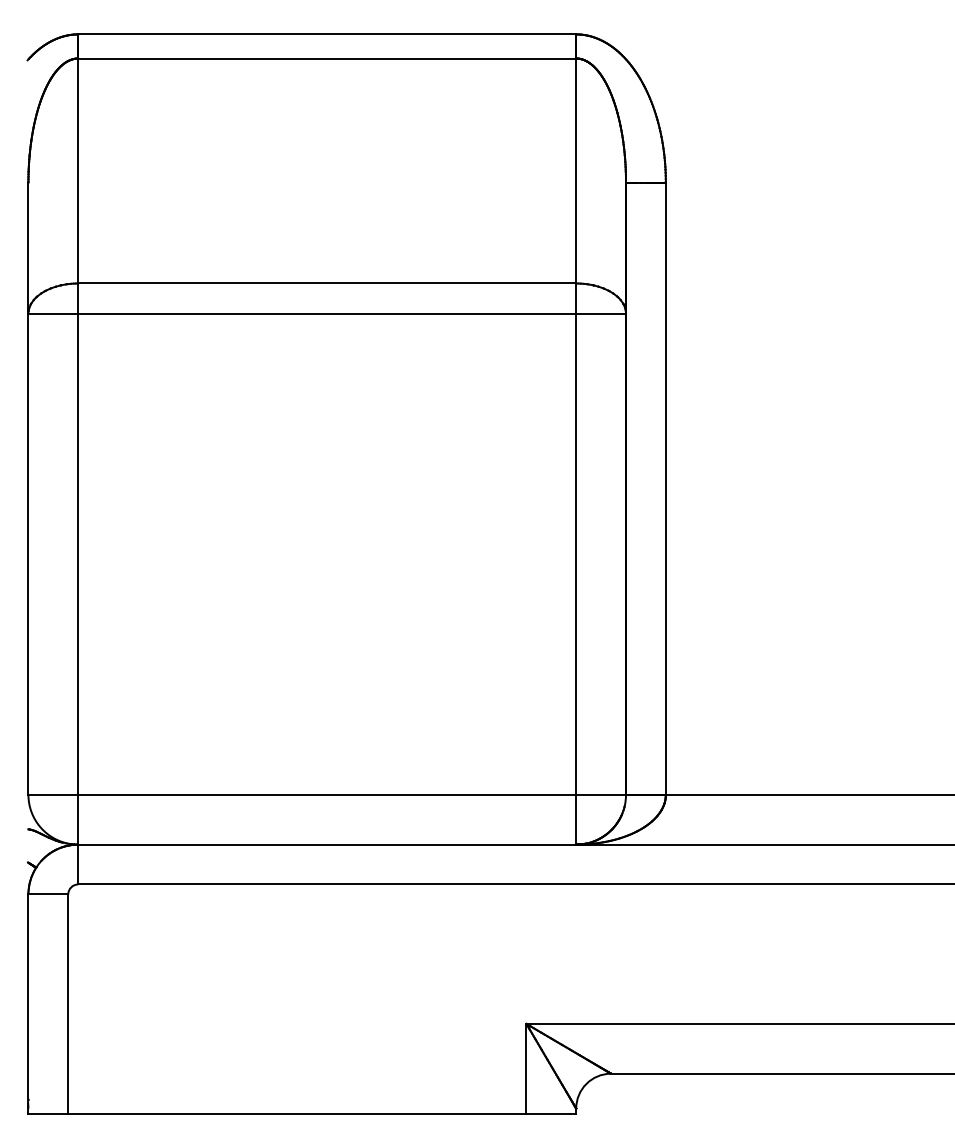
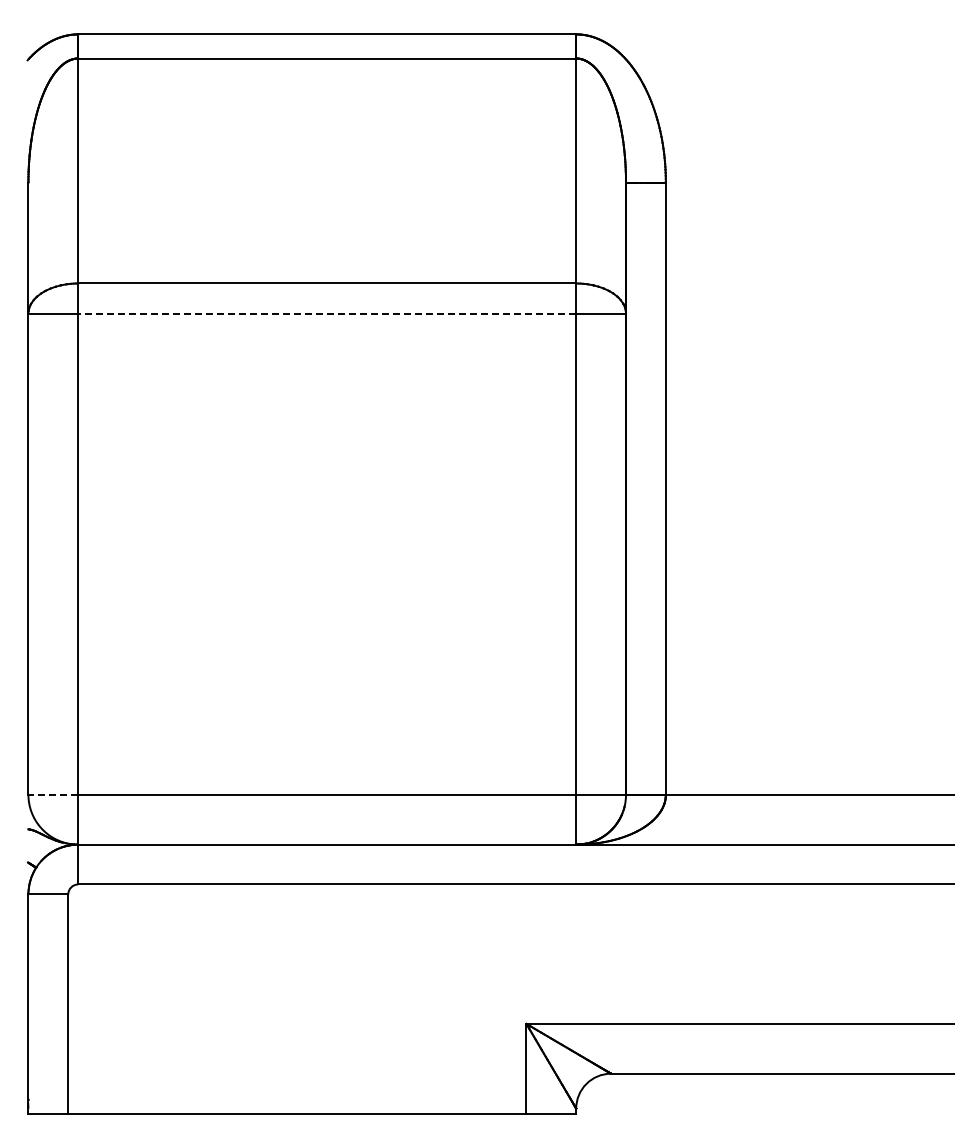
line at (327, 313): solid -> dashed
line at (53, 794): solid -> dashed
